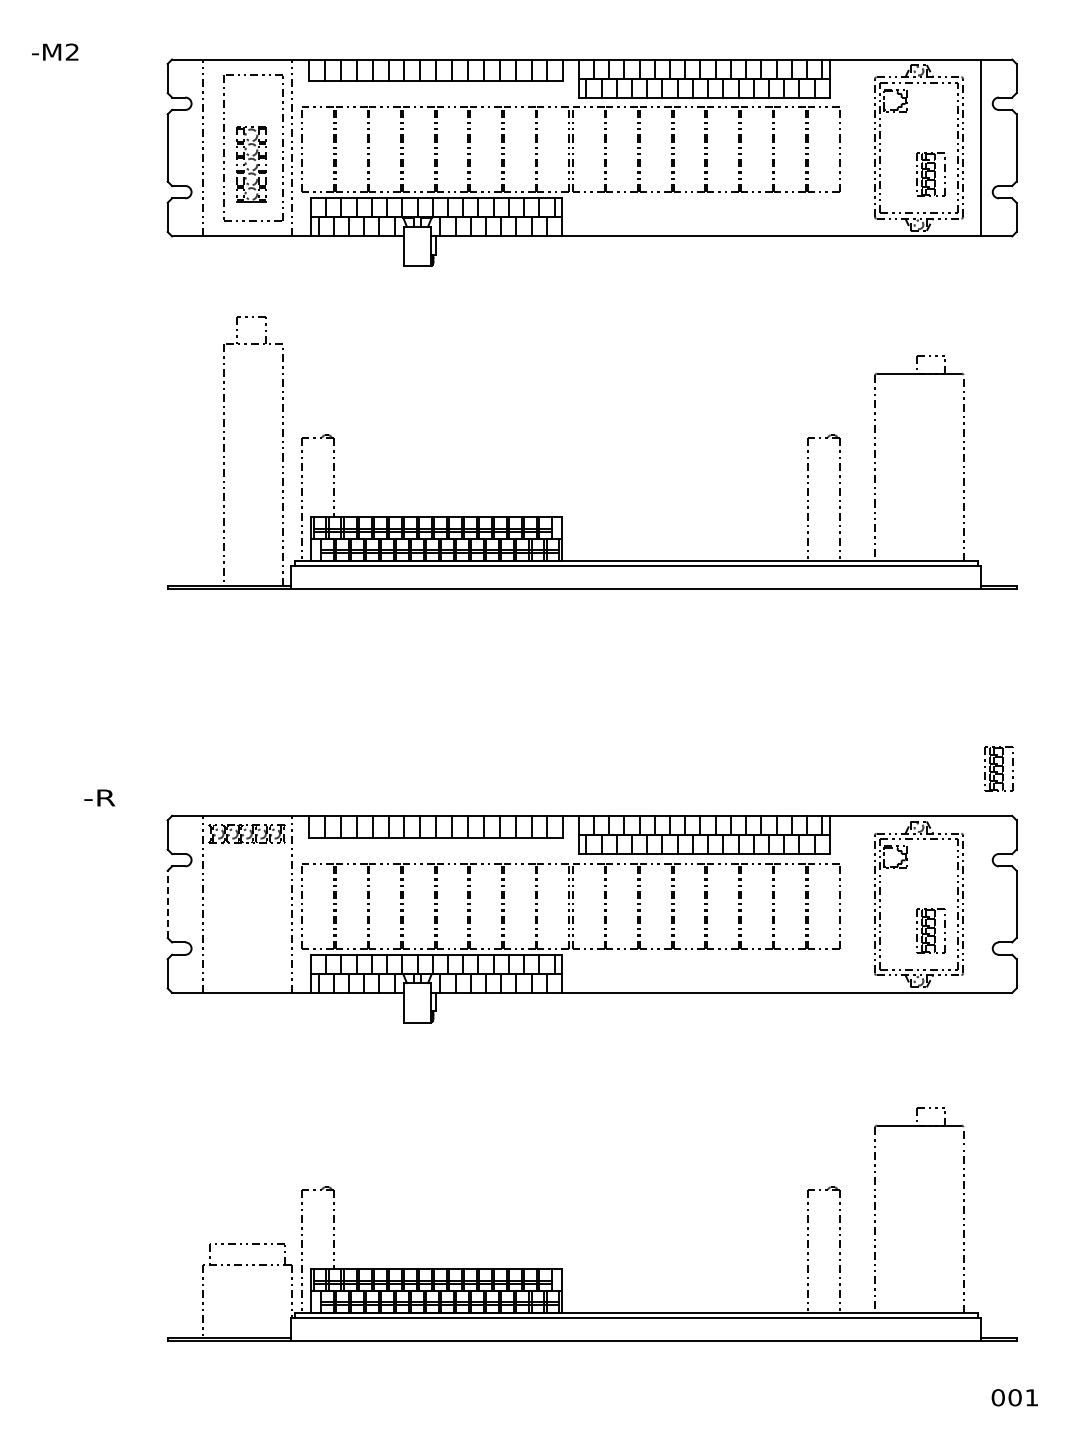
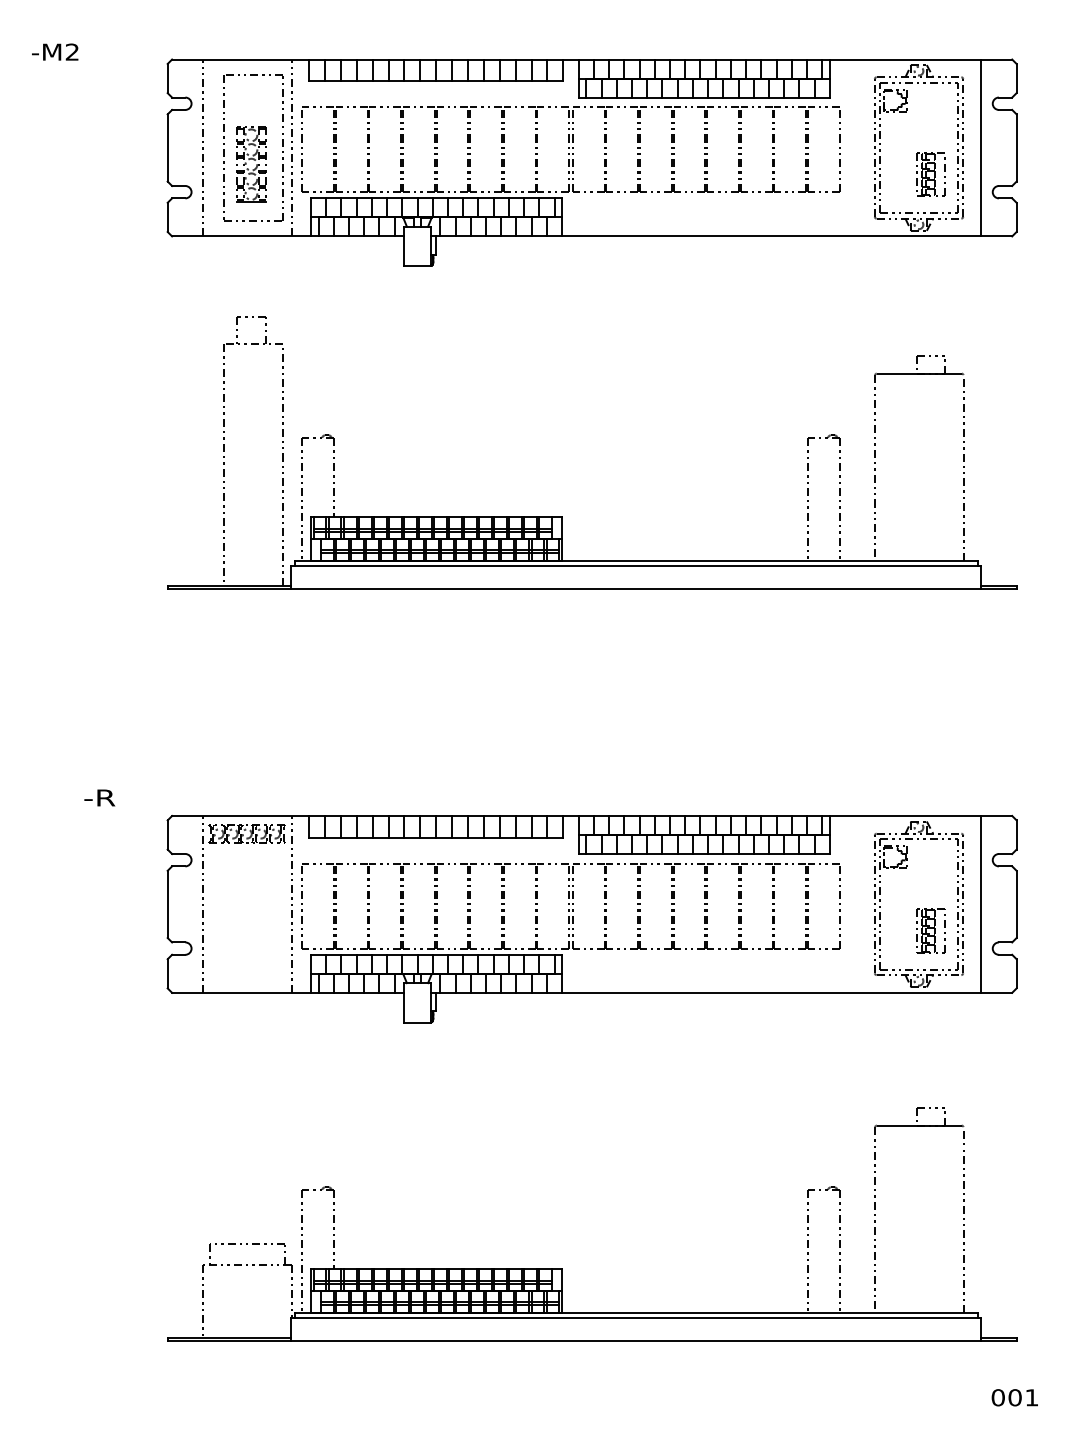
part at (998, 768): present -> none
line at (981, 903): none -> present
line at (167, 904): dashed -> solid
